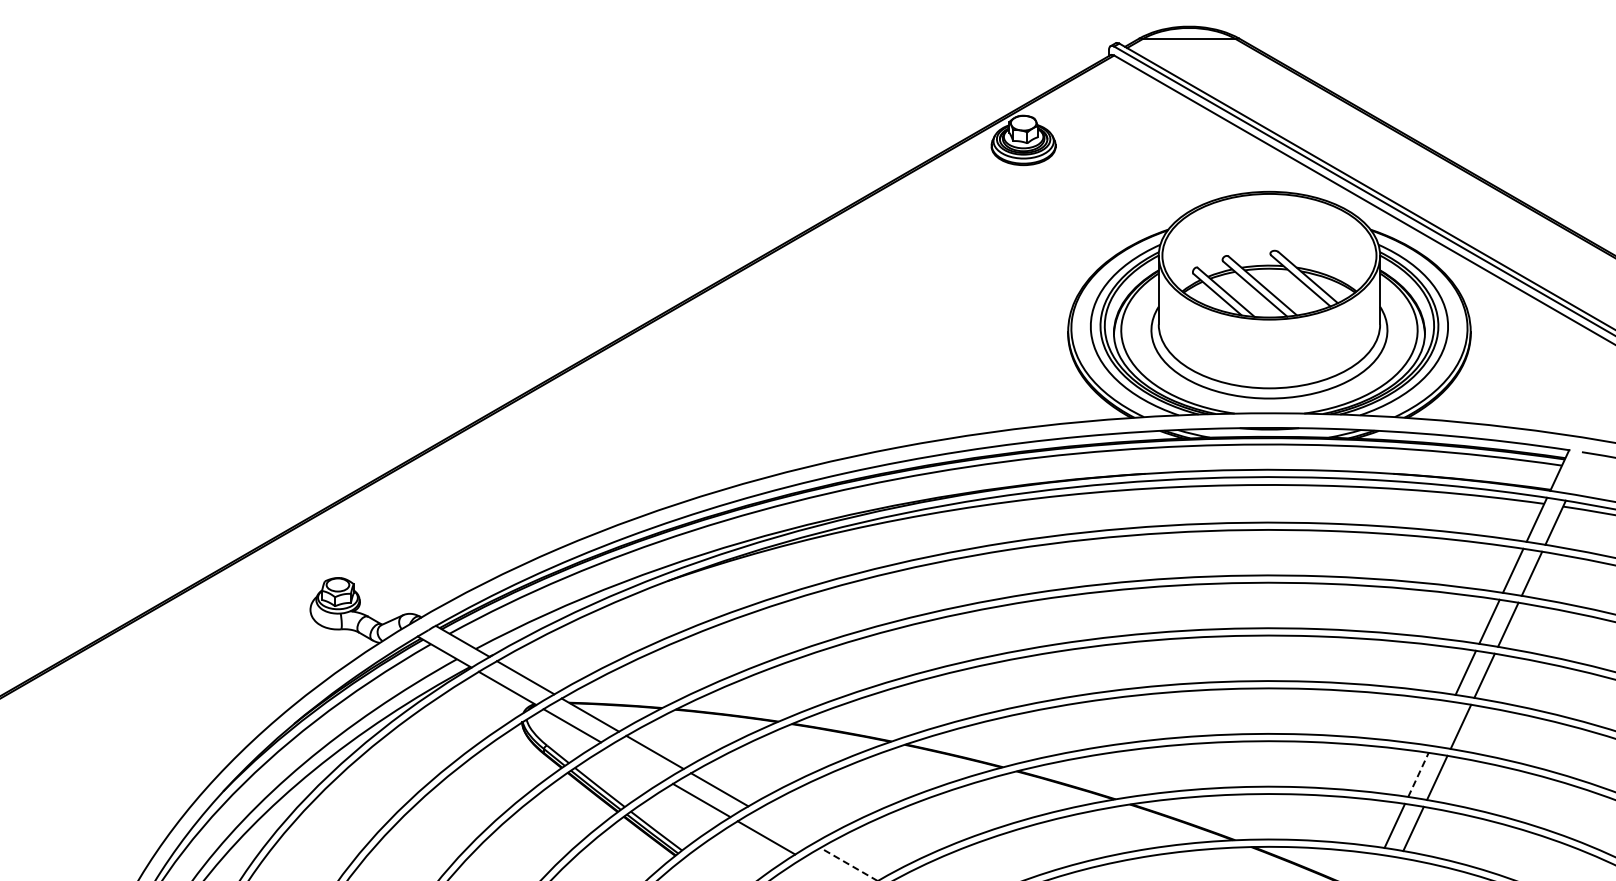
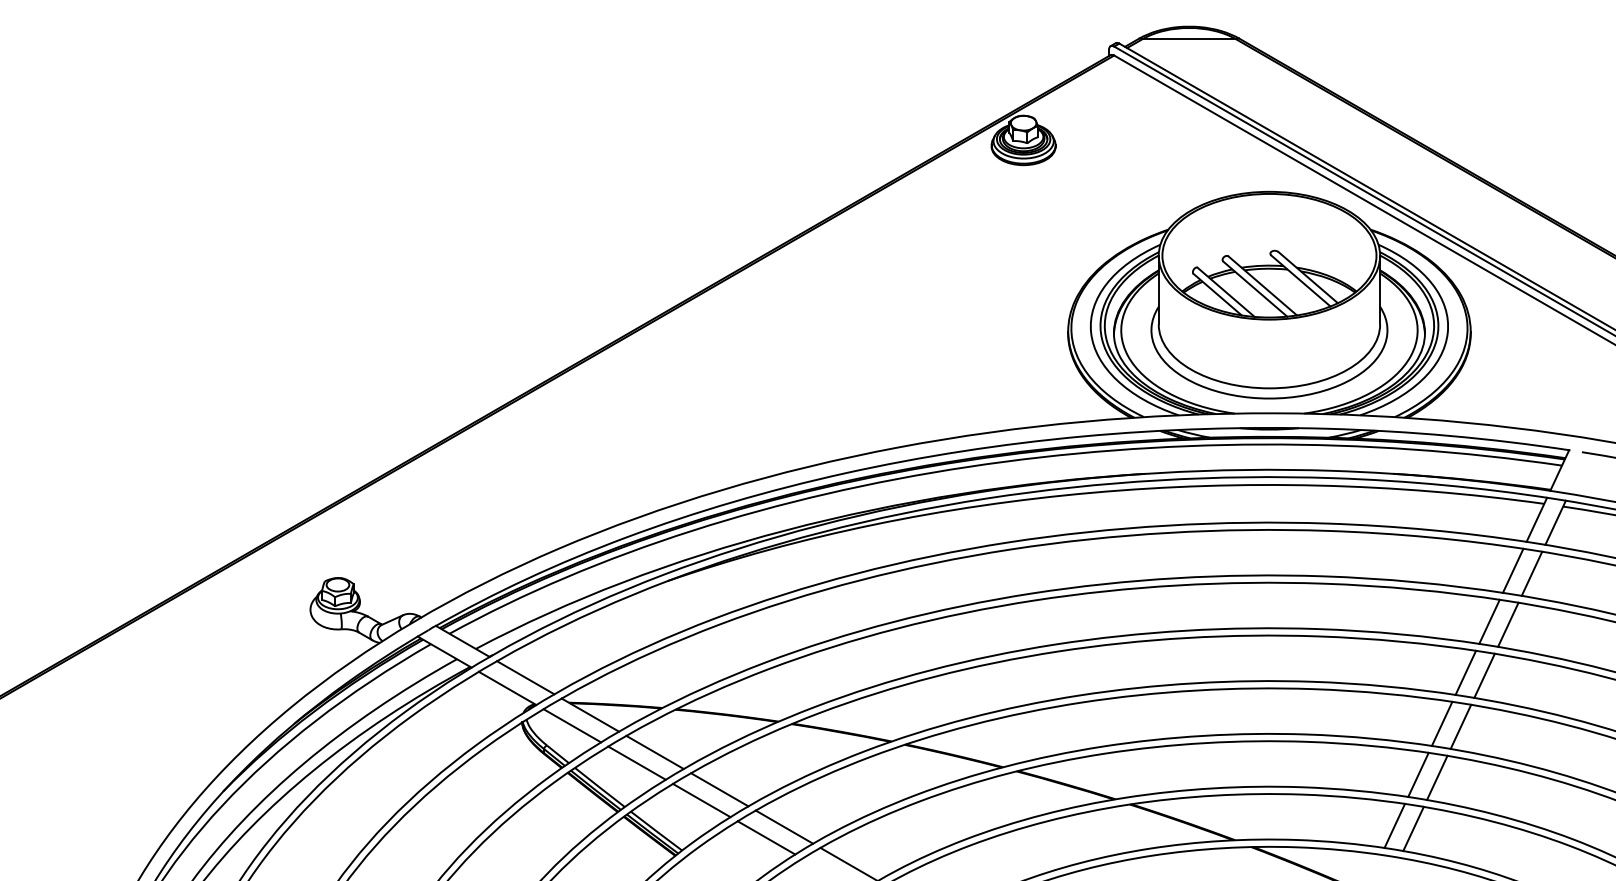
line at (1441, 723): none -> present
line at (636, 762): none -> present
line at (1418, 774): dashed -> solid
line at (784, 826): none -> present
line at (848, 864): dashed -> solid
